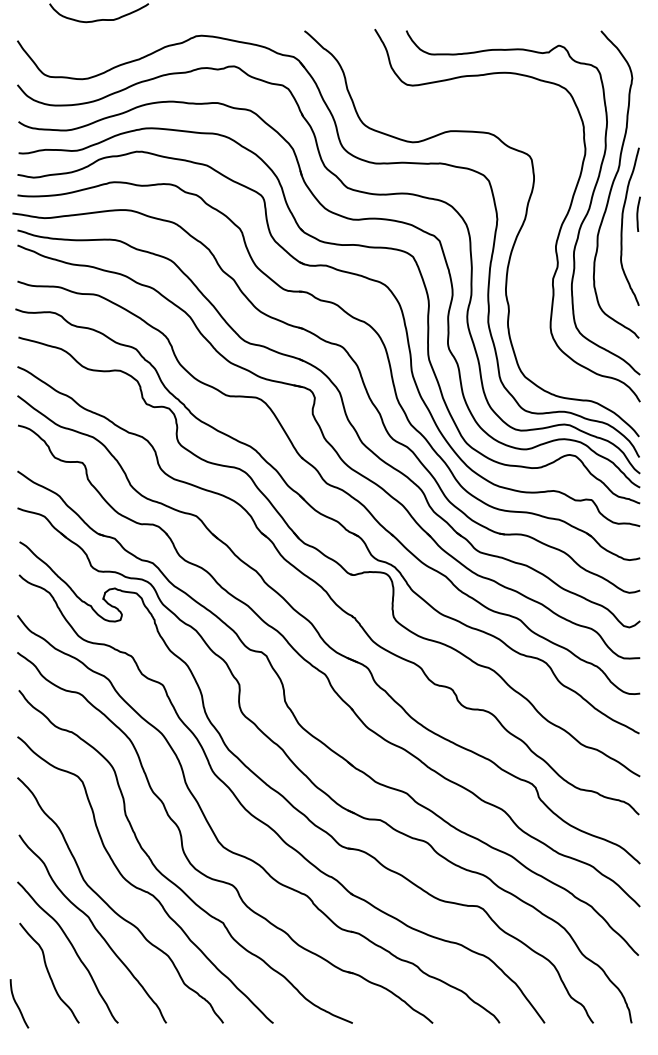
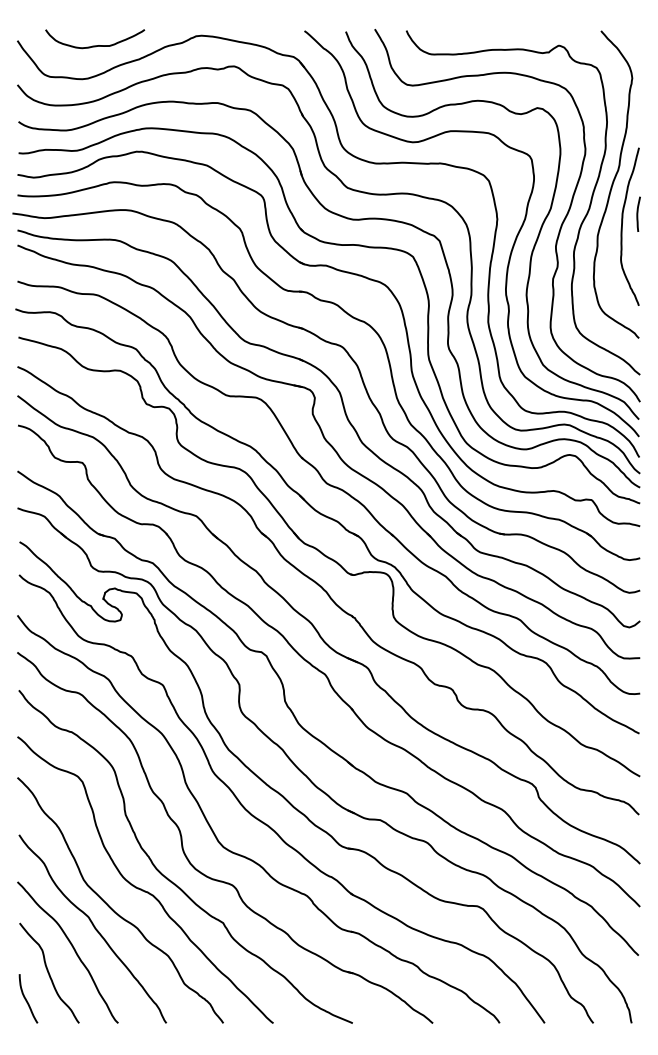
curve at (99, 19) position: (99, 19) -> (95, 45)
curve at (535, 240): none -> present
curve at (17, 1003) position: (17, 1003) -> (26, 998)
